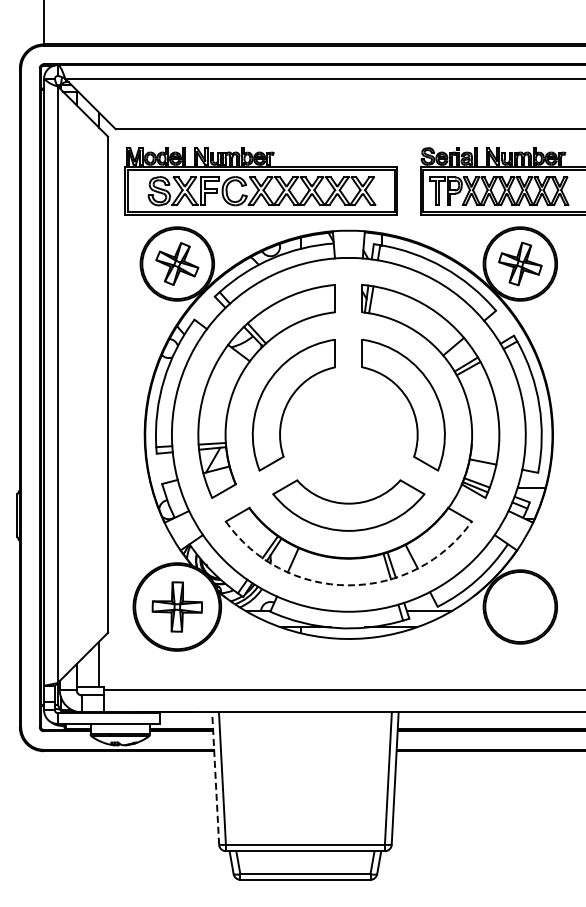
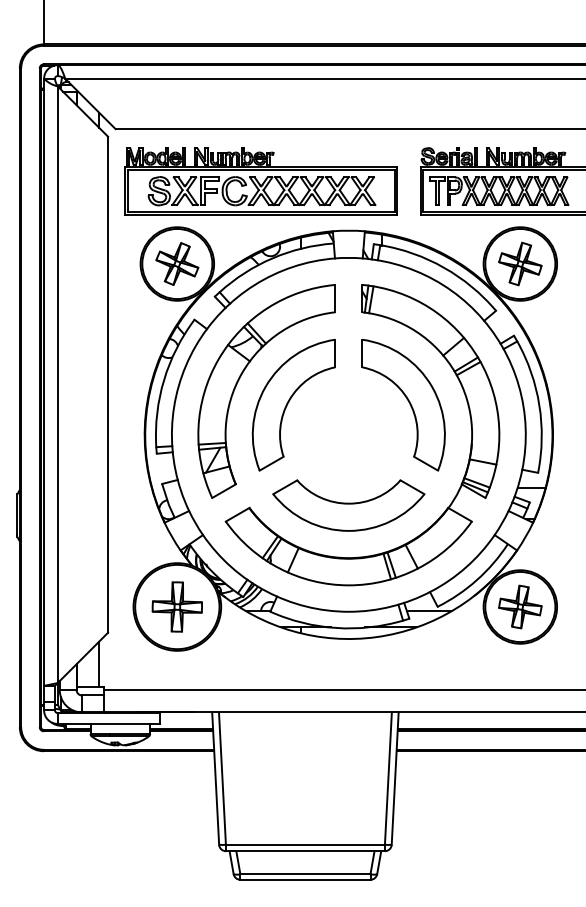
arc at (348, 585): dashed -> solid
part at (520, 606): none -> present
line at (215, 778): dashed -> solid
